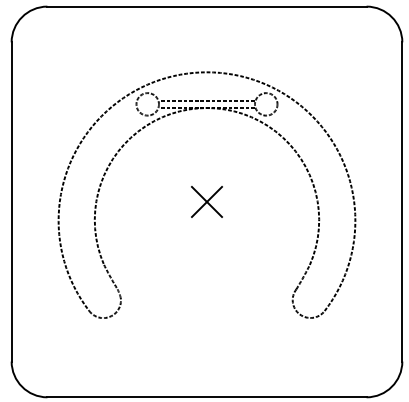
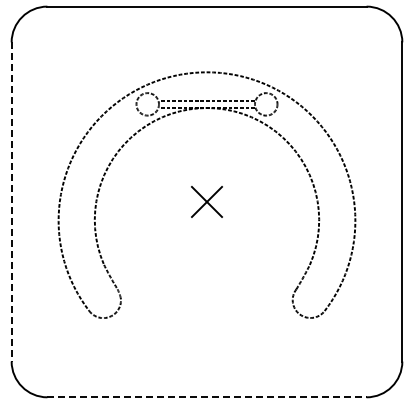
line at (11, 201): solid -> dashed
line at (207, 397): solid -> dashed
